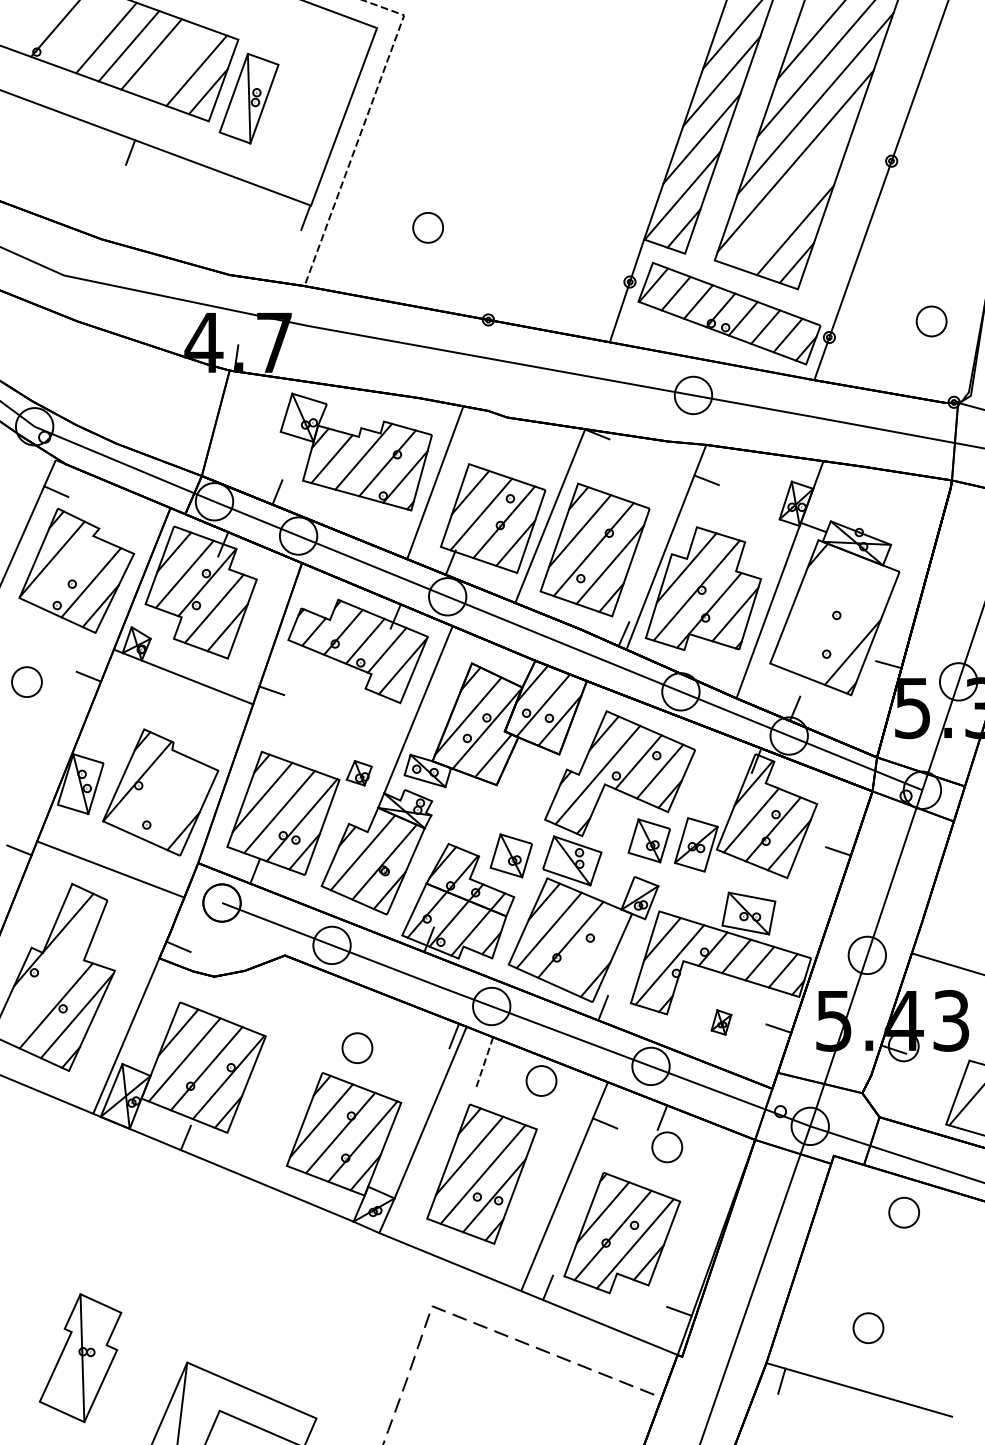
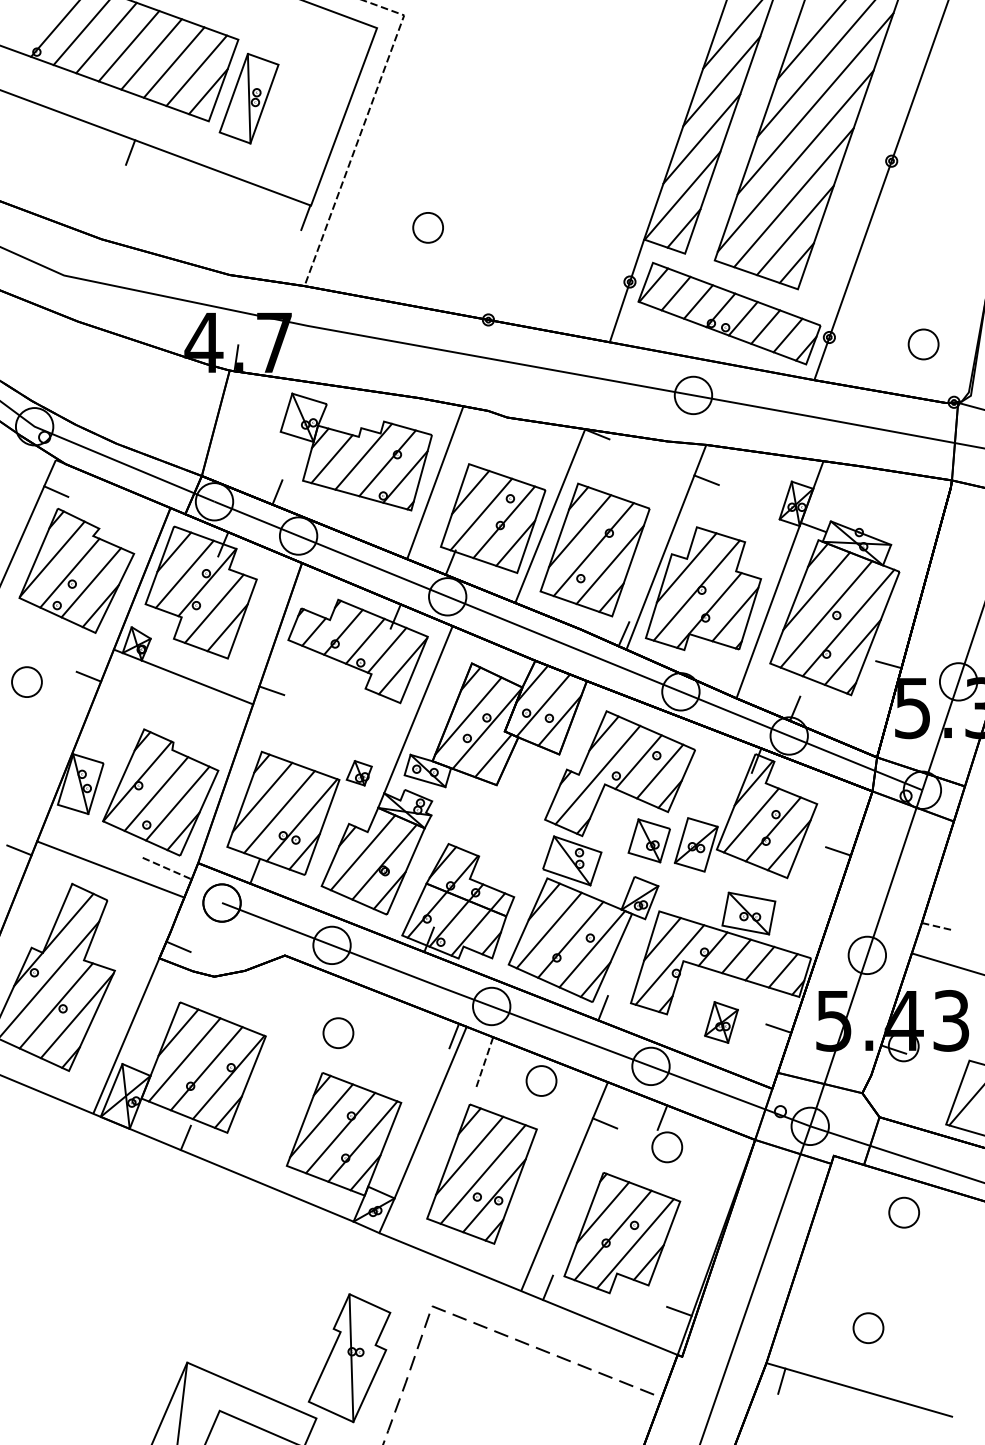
line at (80, 33): none -> present
line at (173, 62): none -> present
line at (793, 197): none -> present
part at (931, 321) position: (931, 321) -> (923, 344)
line at (69, 572): none -> present
line at (816, 591): none -> present
line at (826, 614): none -> present
line at (848, 622): none -> present
line at (156, 793): none -> present
line at (177, 803): none -> present
part at (510, 855): present -> none
line at (166, 868): none -> present
line at (937, 926): none -> present
line at (592, 949): none -> present
line at (50, 977): none -> present
part at (721, 1022) size: 23x27 px -> 35x43 px
part at (357, 1047) position: (357, 1047) -> (338, 1032)
part at (80, 1358) position: (80, 1358) -> (349, 1358)
